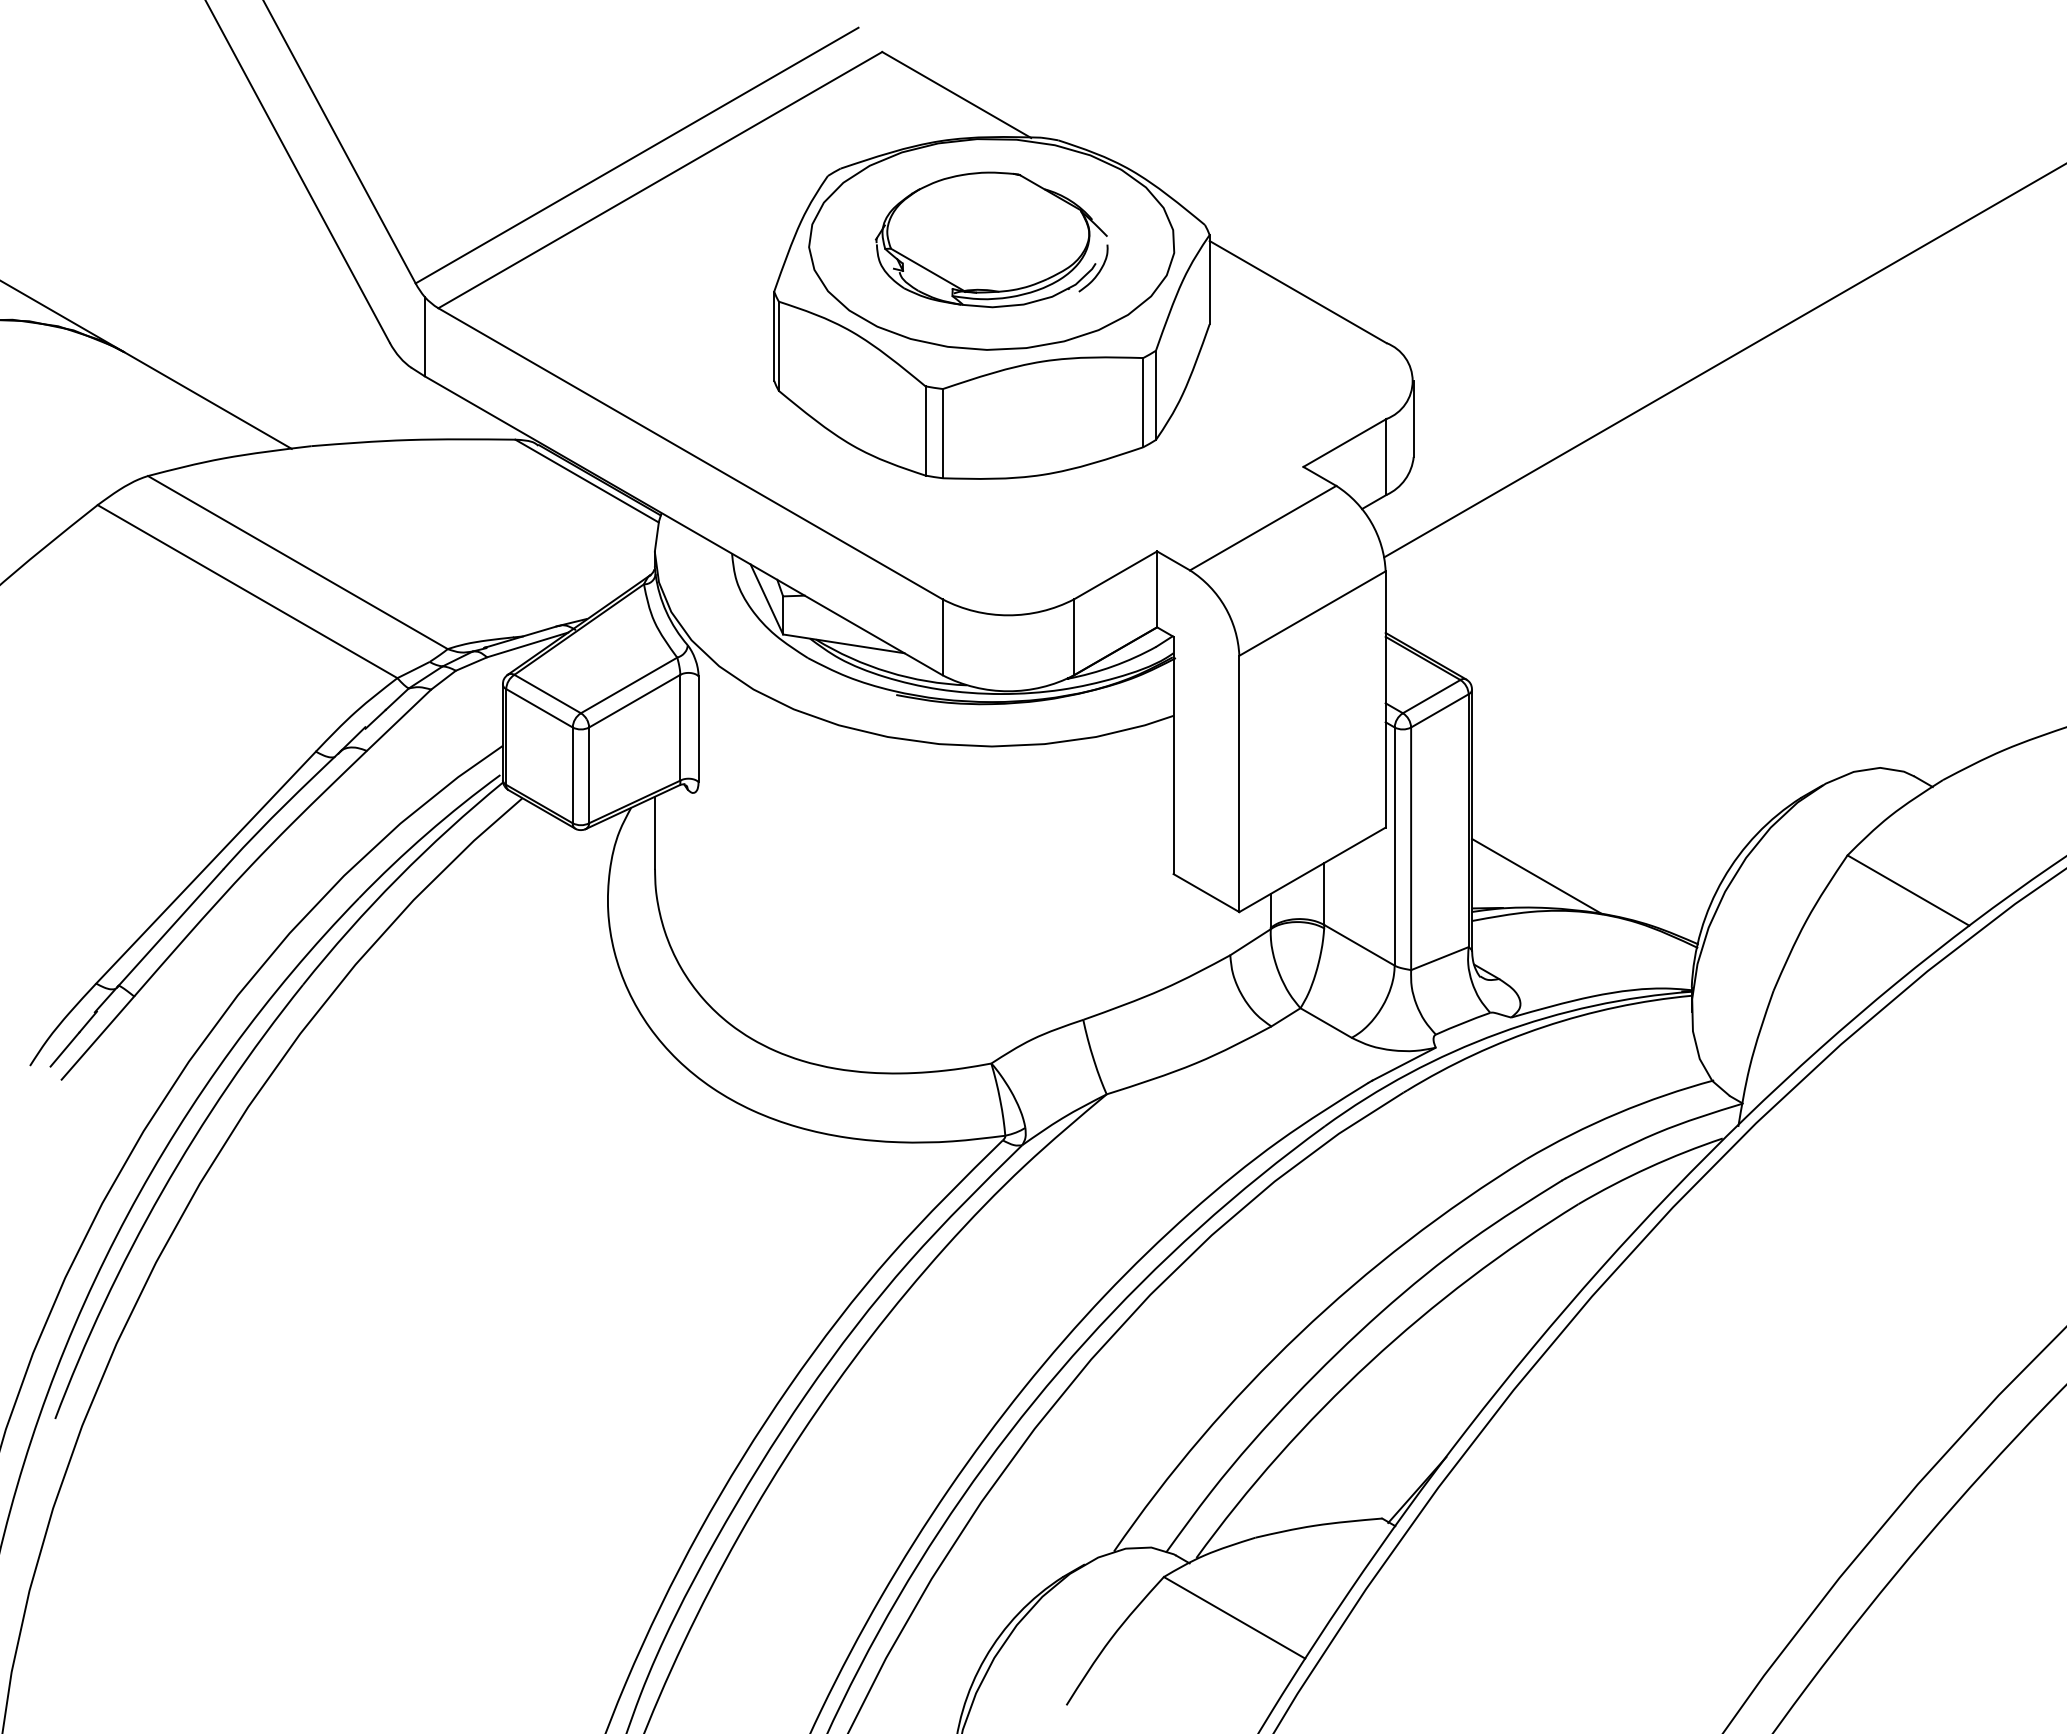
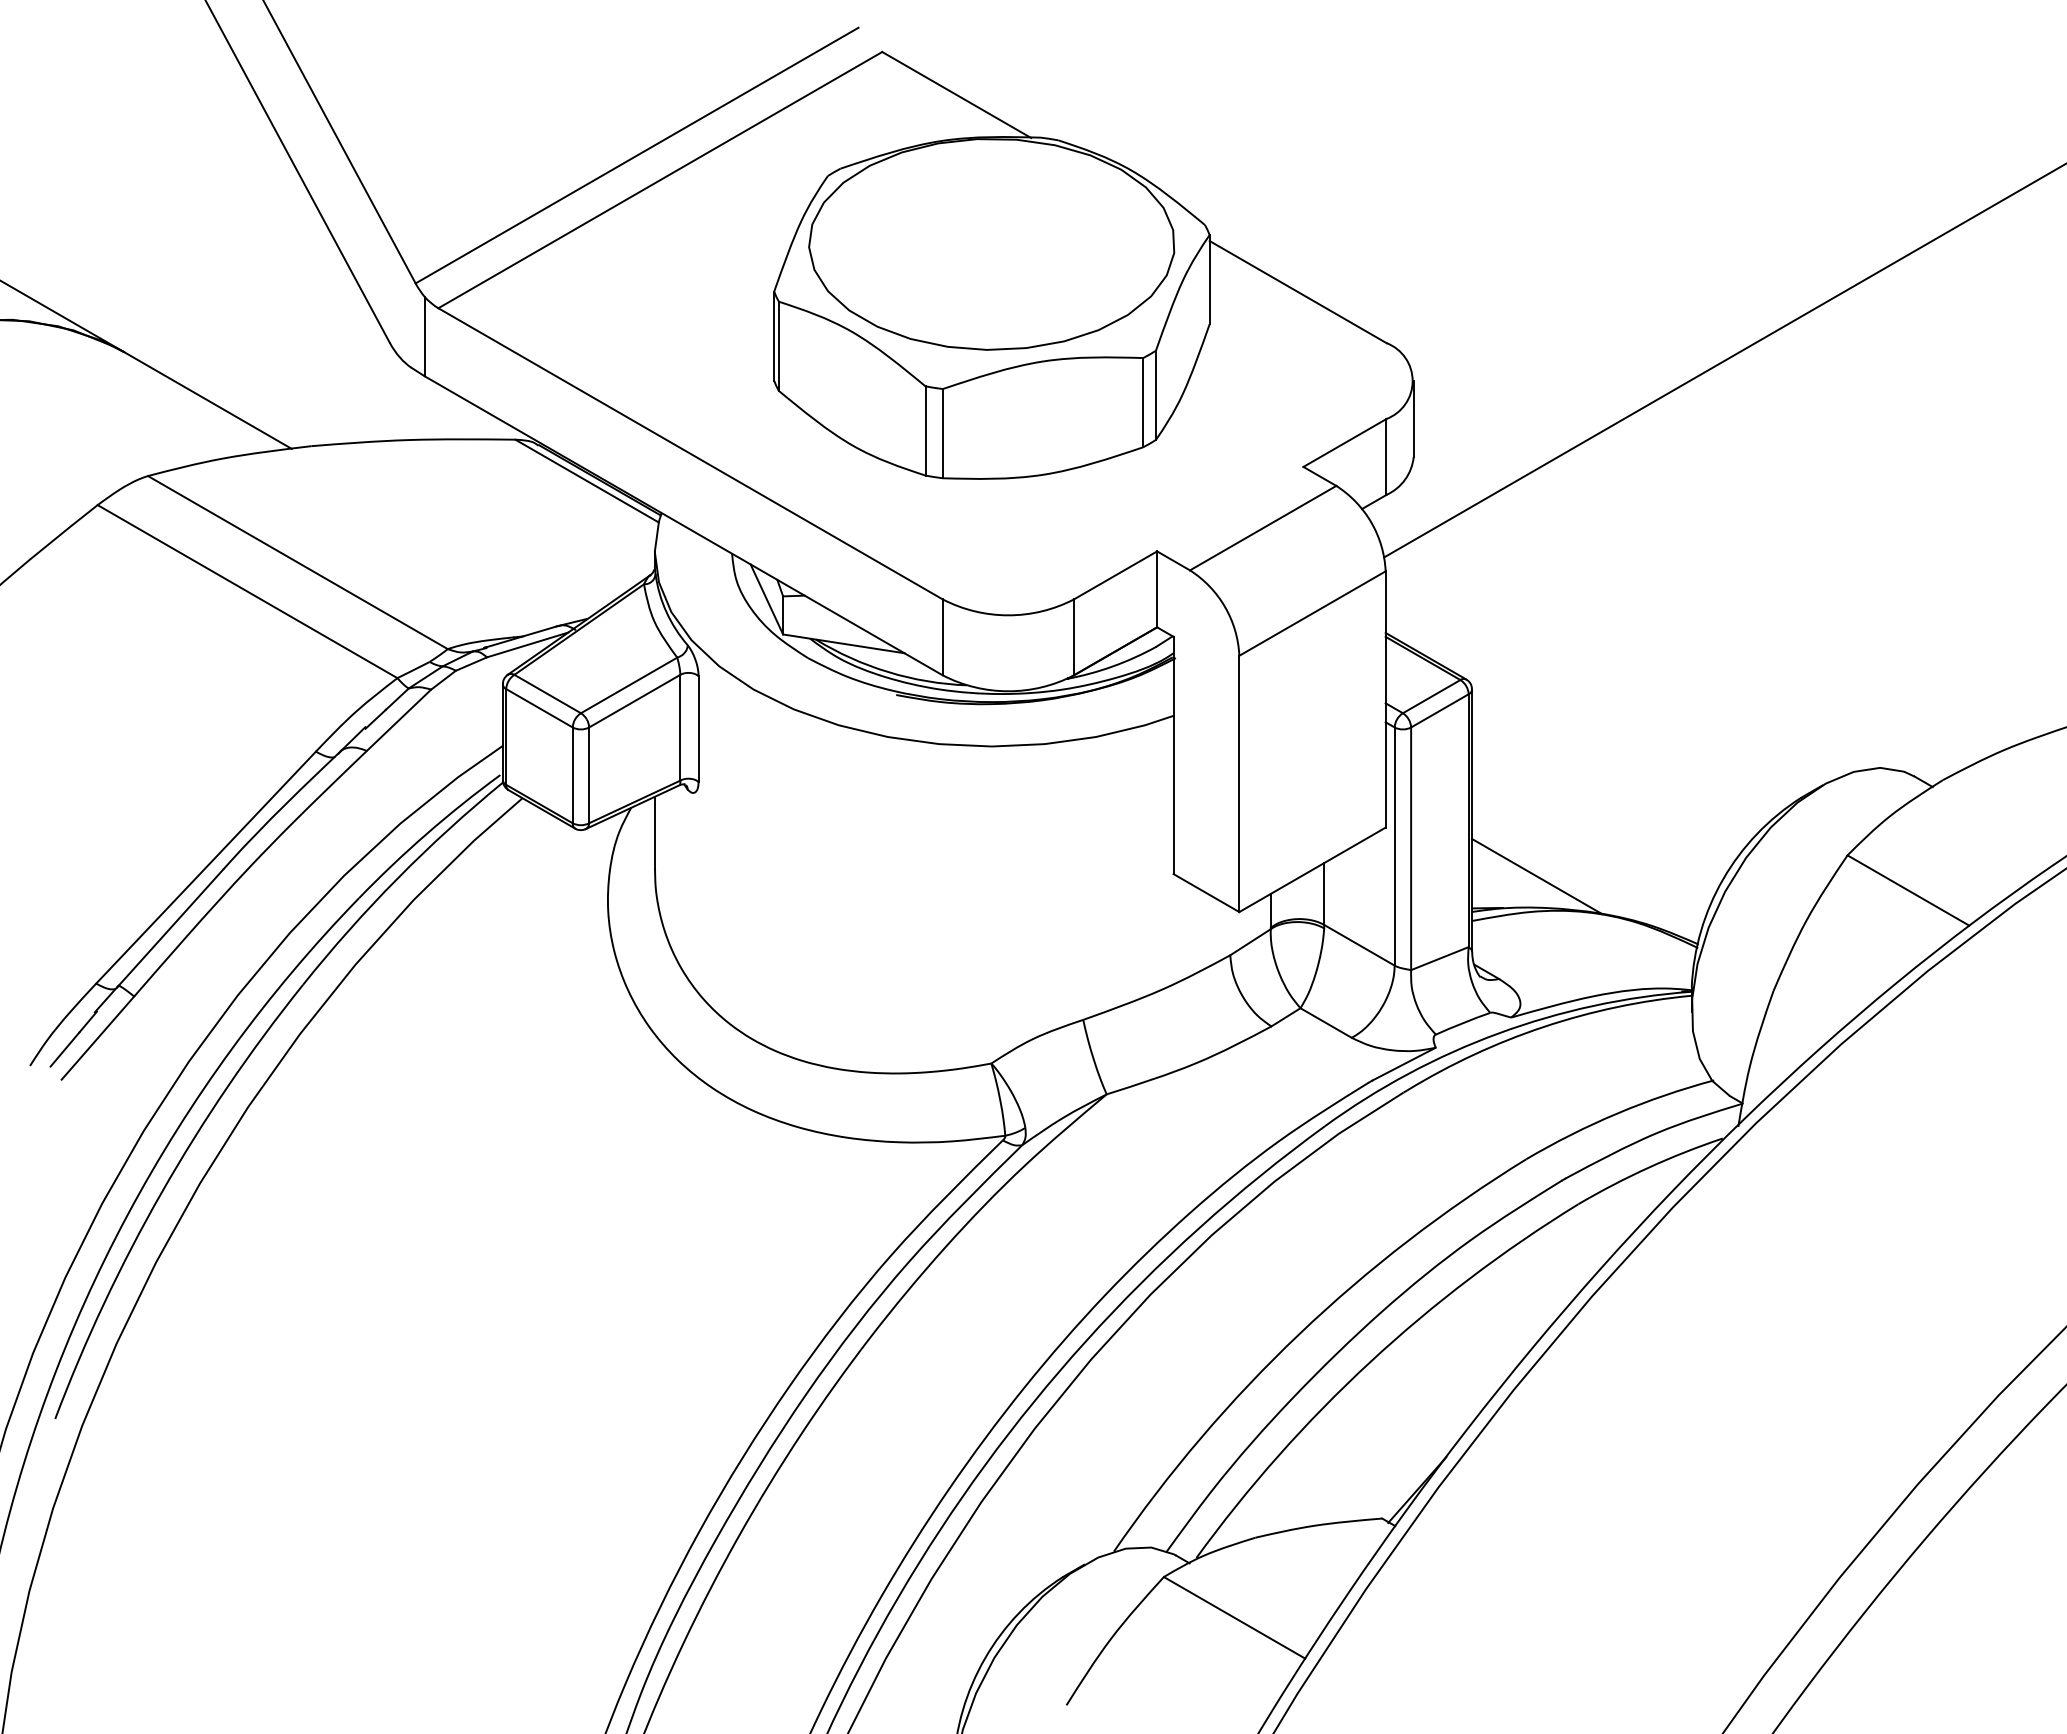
part at (991, 239): present -> none
